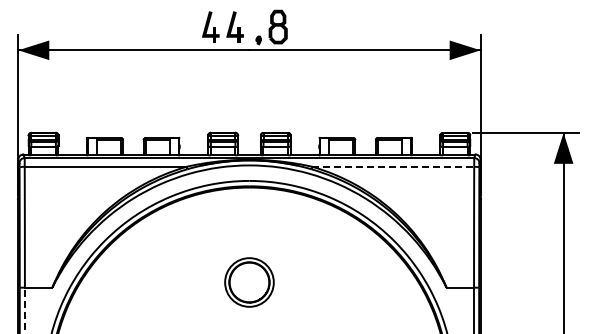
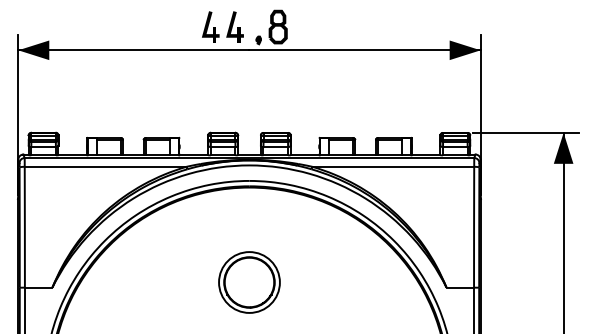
line at (393, 166): dashed -> solid
part at (249, 282) size: 51x51 px -> 63x63 px
line at (24, 310): dashed -> solid
